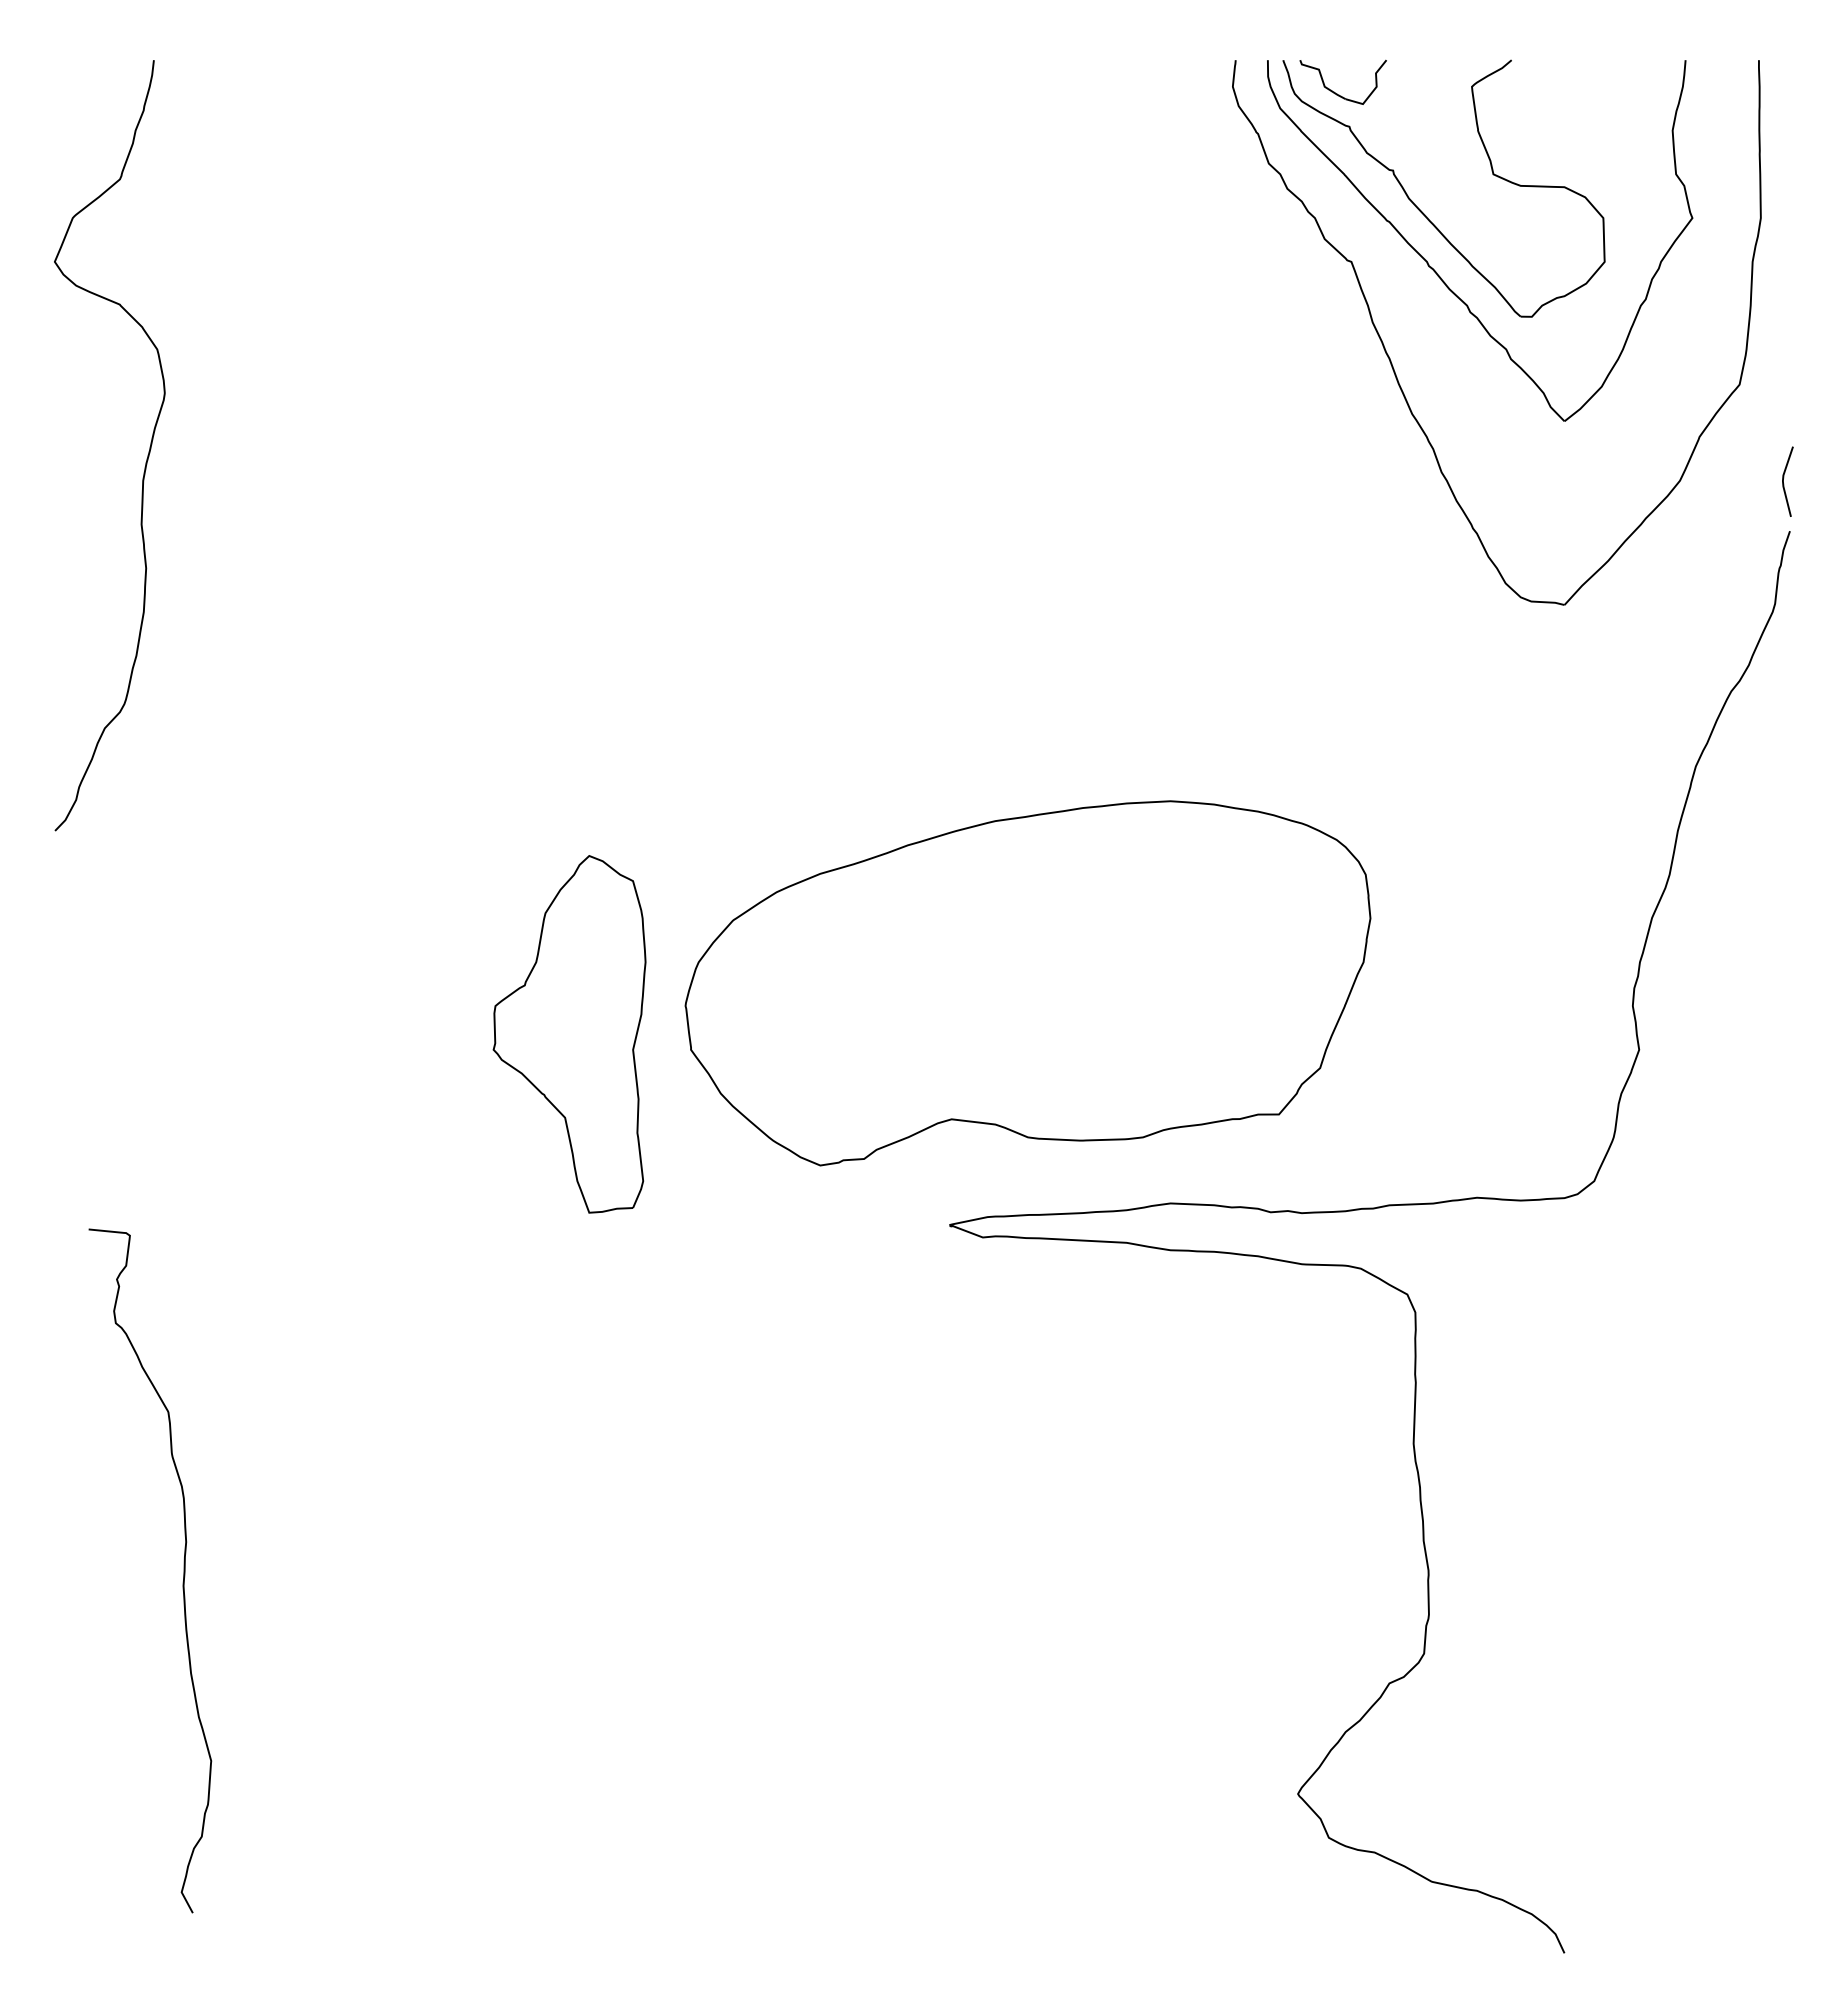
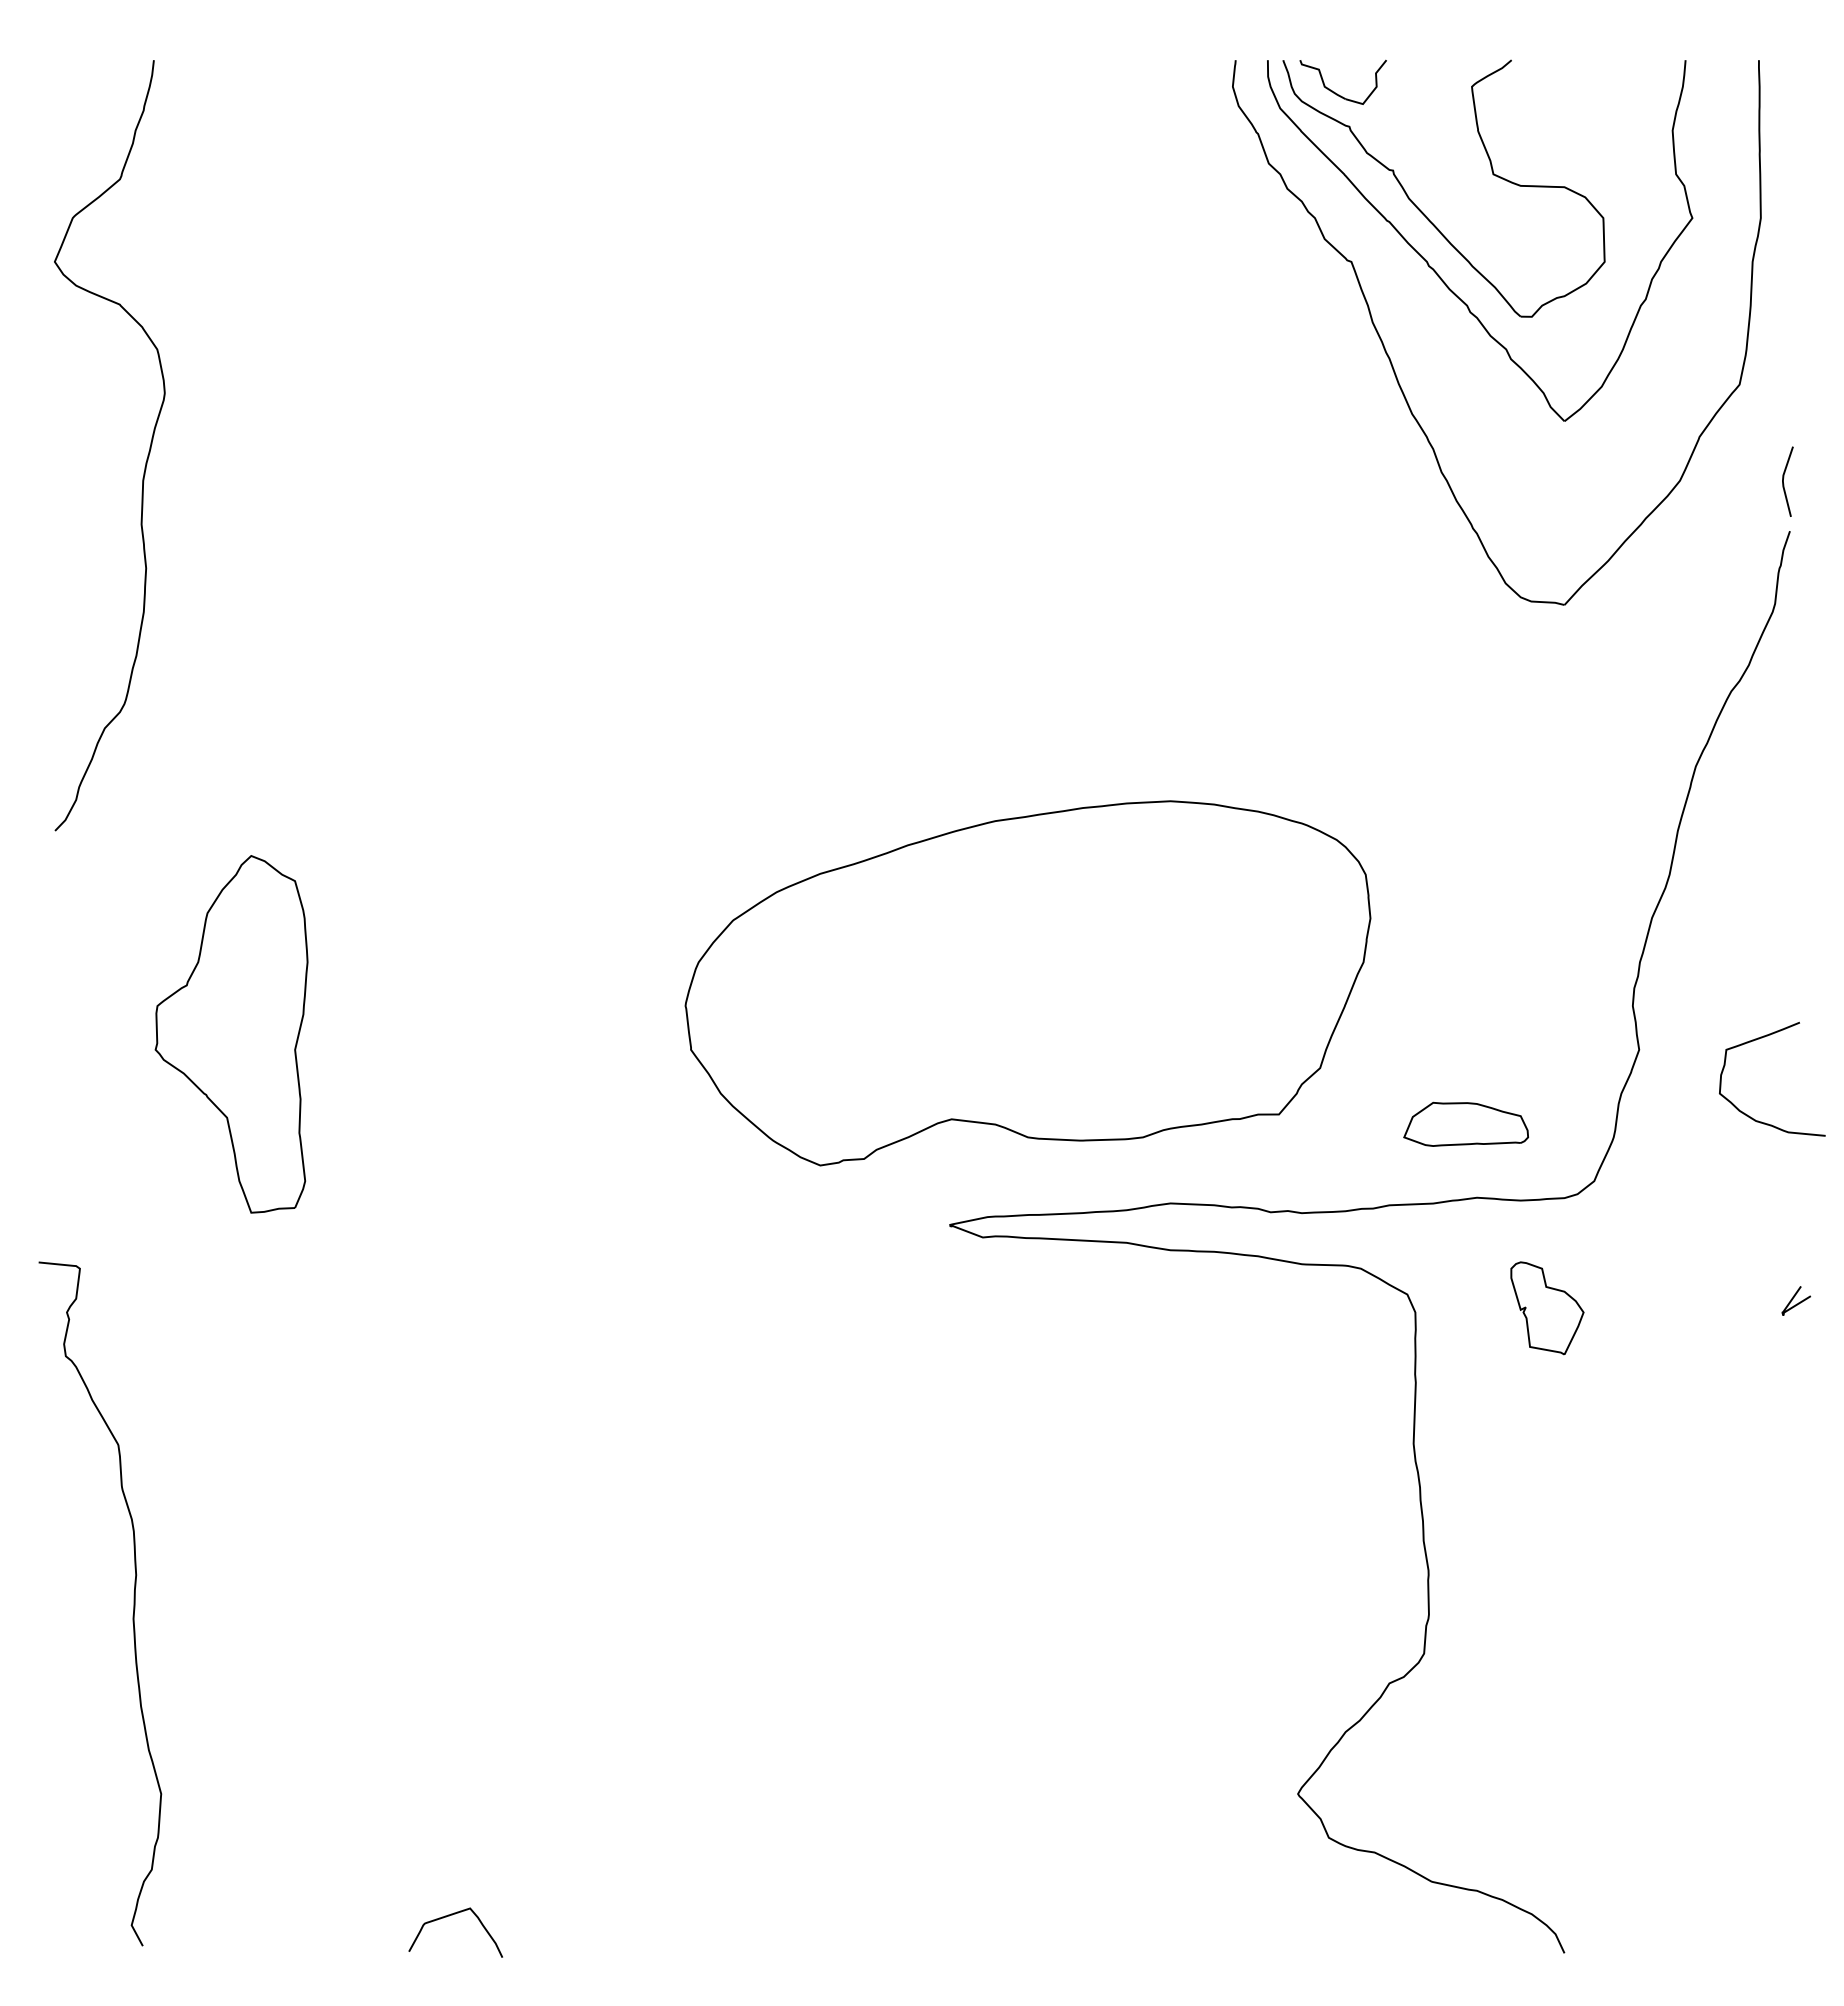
part at (569, 1034) position: (569, 1034) -> (231, 1034)
curve at (1759, 1039): none -> present
part at (1465, 1123): none -> present
curve at (1798, 1302): none -> present
part at (1547, 1308): none -> present
curve at (183, 1570) position: (183, 1570) -> (133, 1603)
curve at (449, 1916): none -> present
